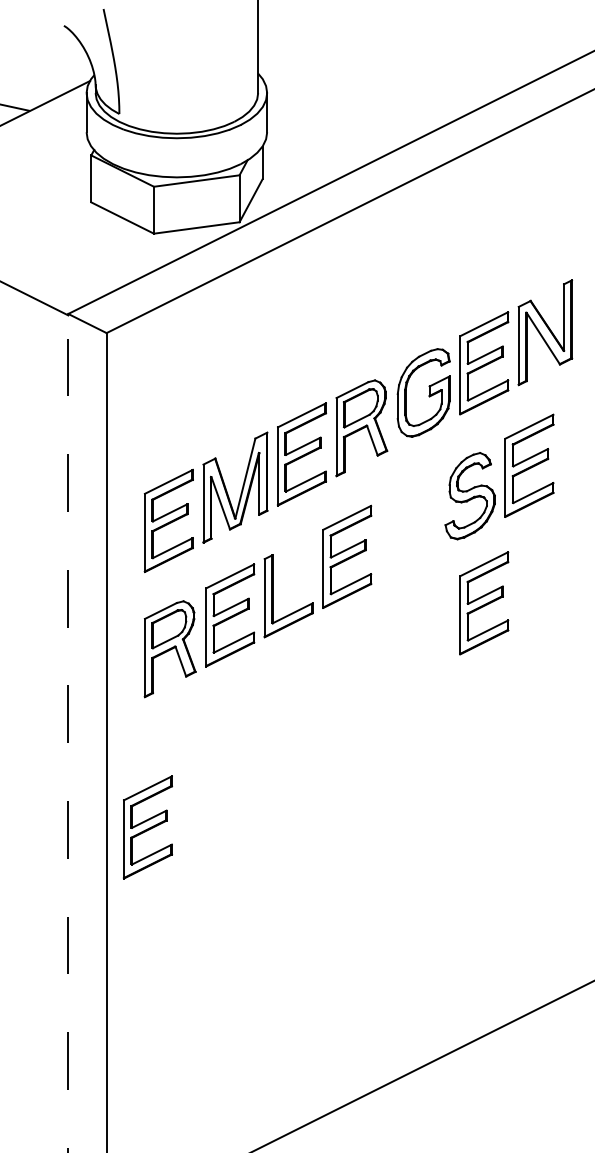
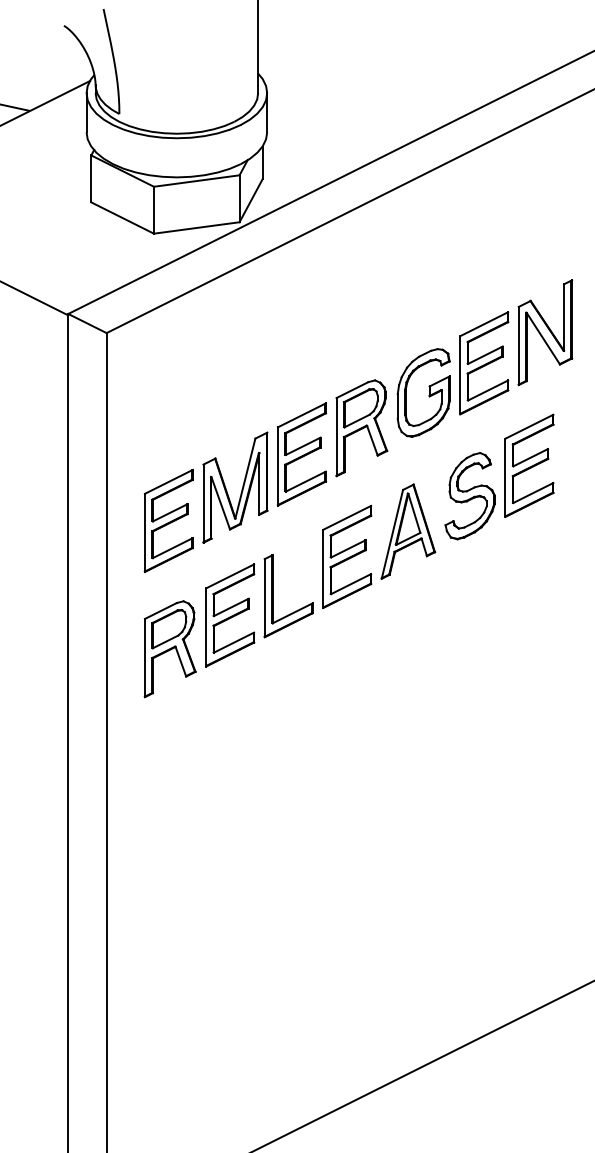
part at (408, 531): none -> present
part at (484, 603): present -> none
line at (68, 732): dashed -> solid
part at (147, 827): present -> none
